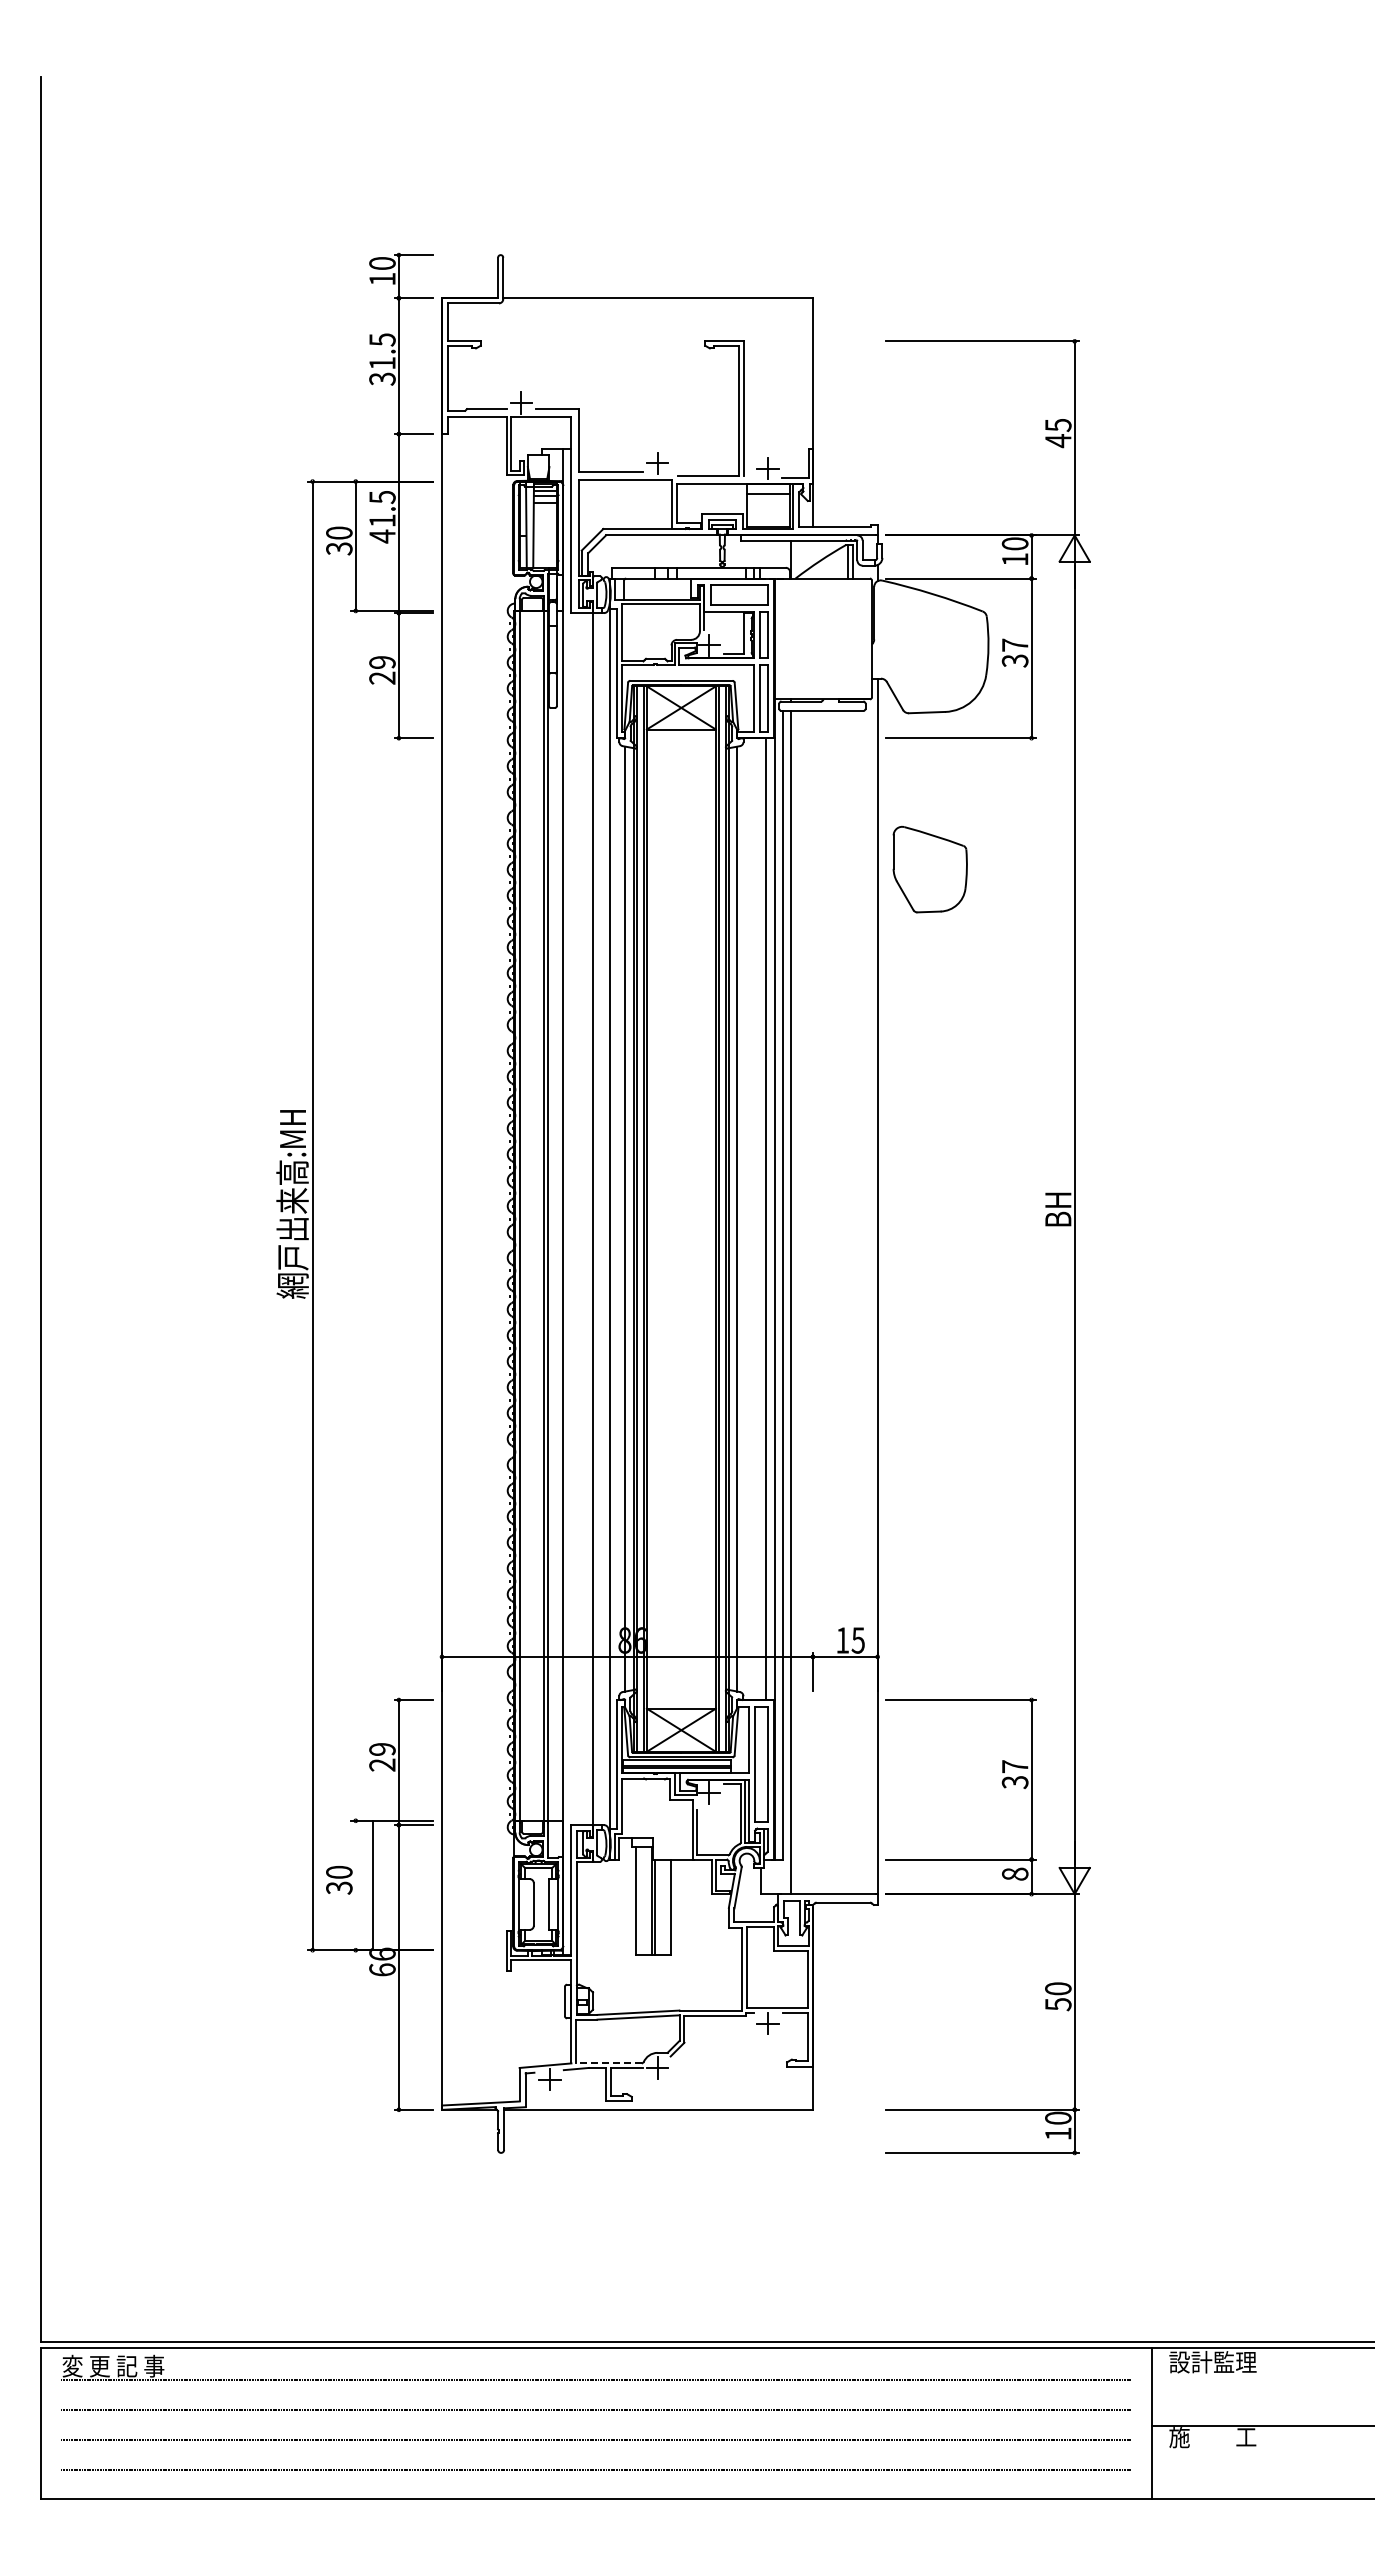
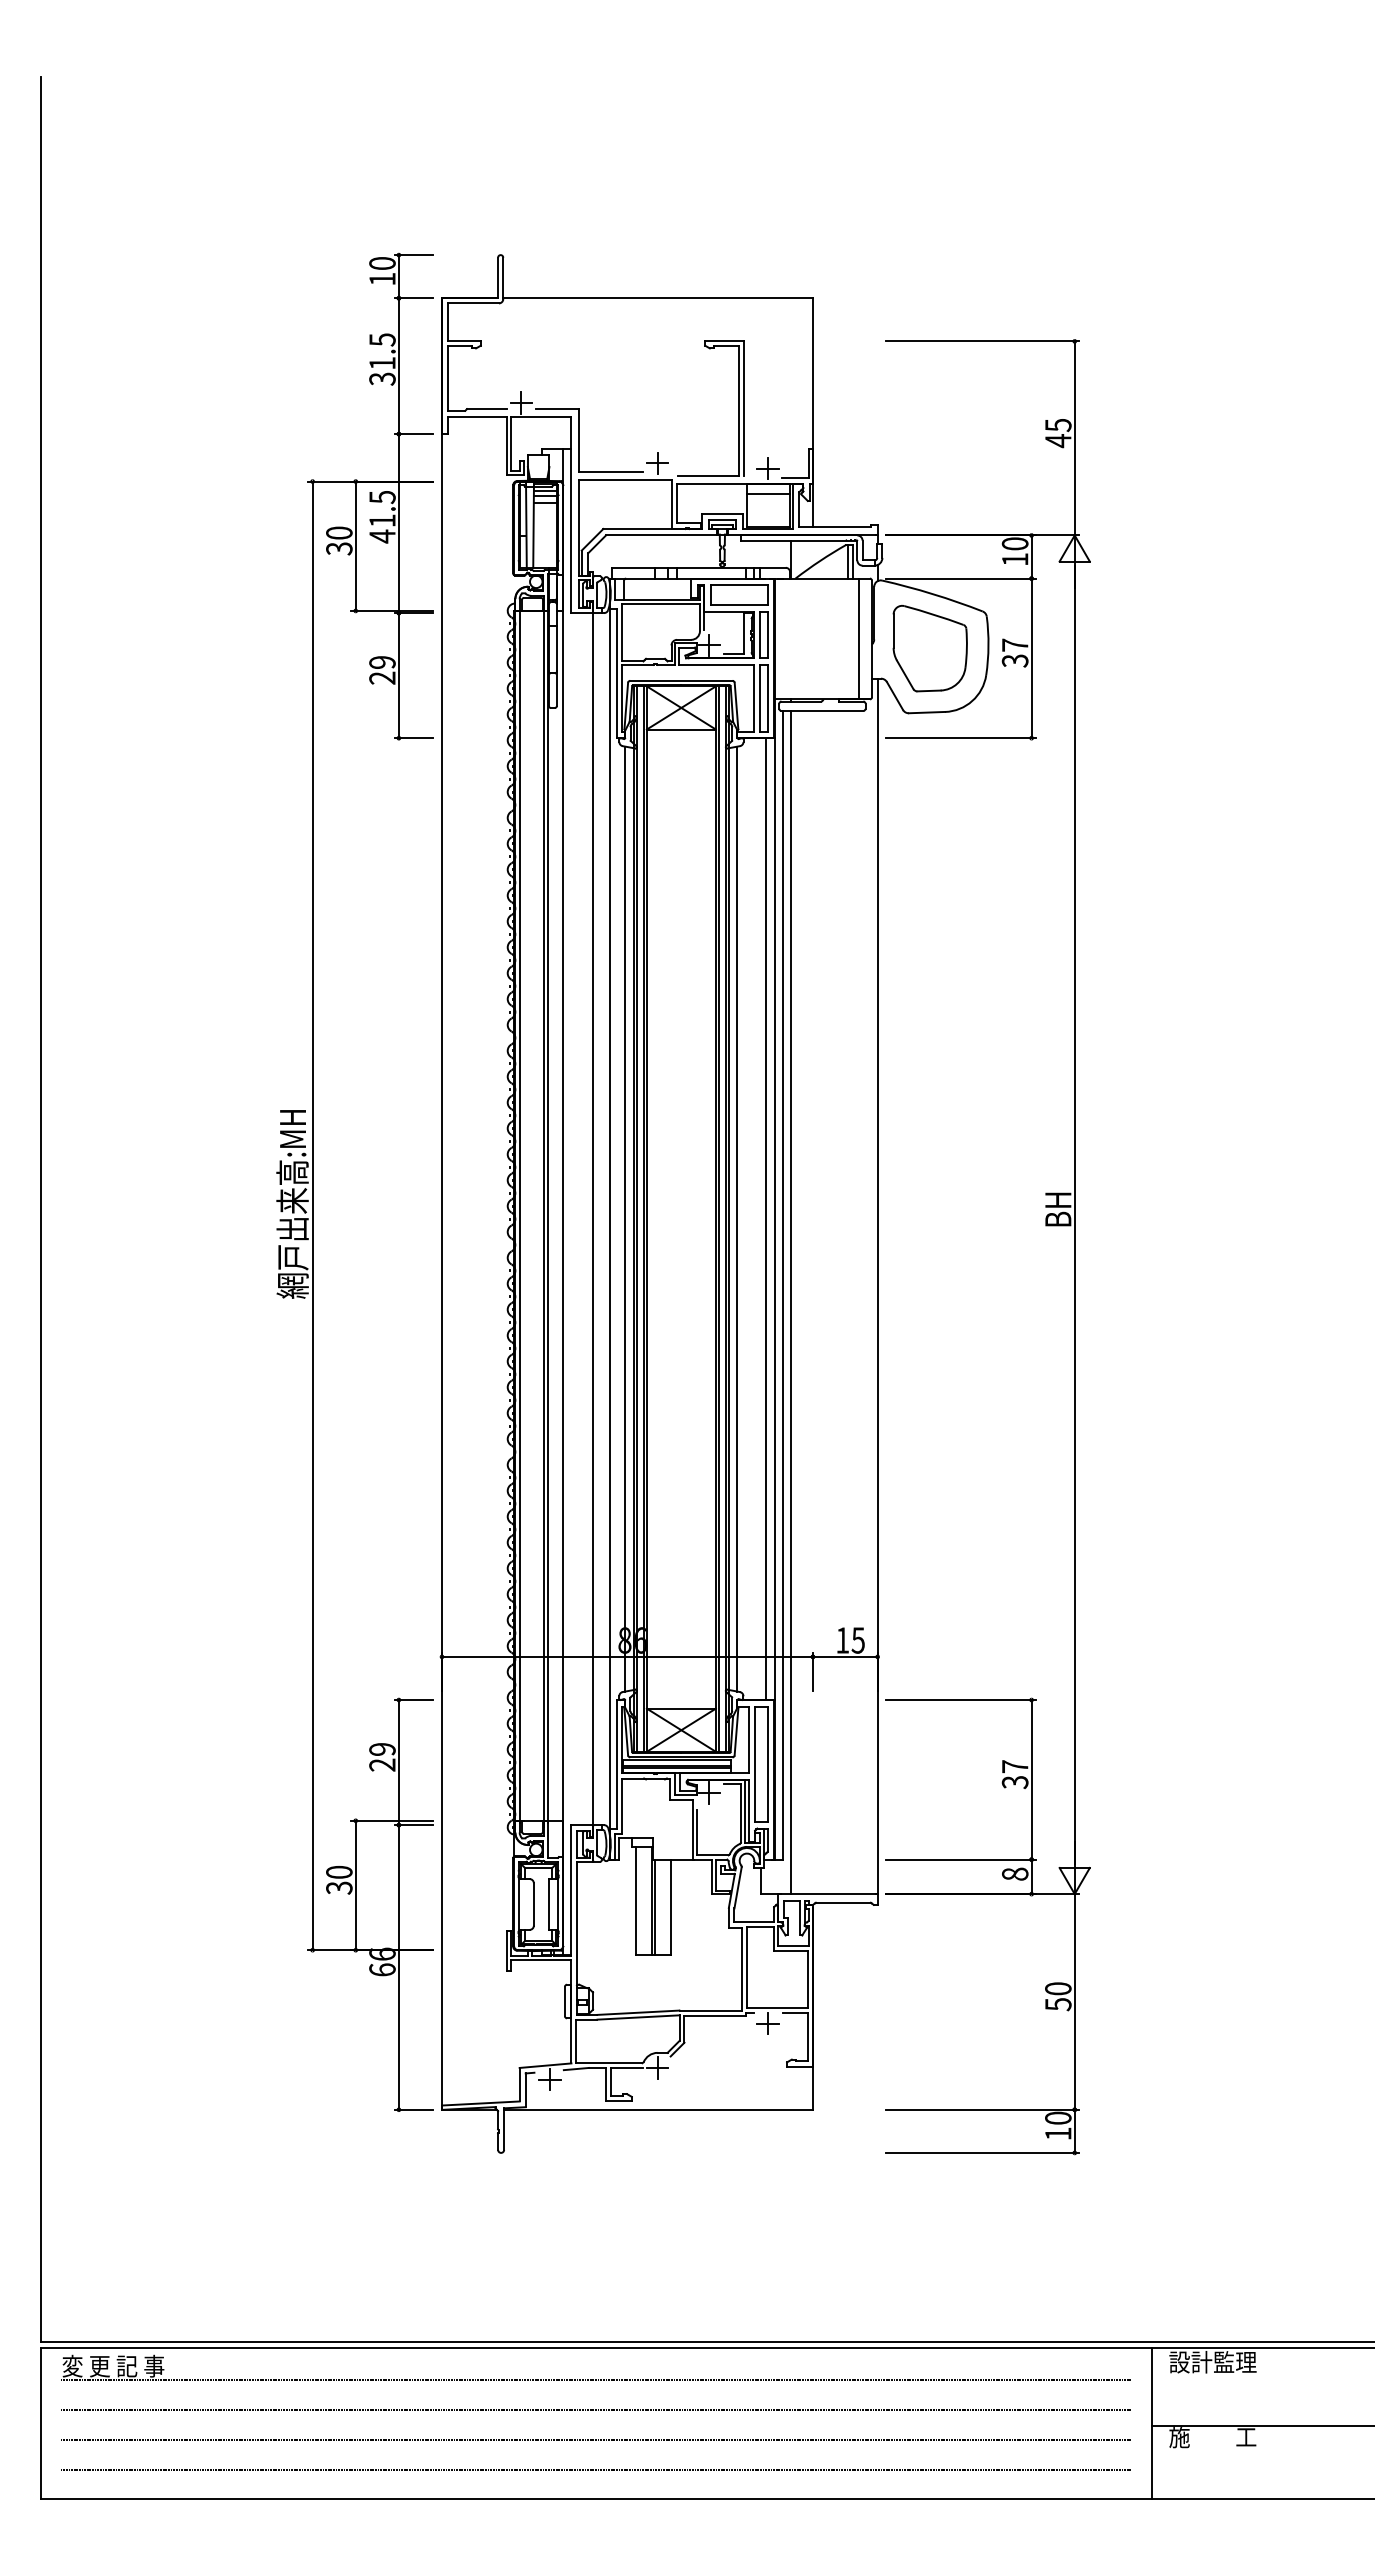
line at (859, 638): none -> present
part at (929, 869) position: (929, 869) -> (929, 648)
line at (372, 1885) position: (372, 1885) -> (355, 1885)
line at (608, 2063): dashed -> solid
